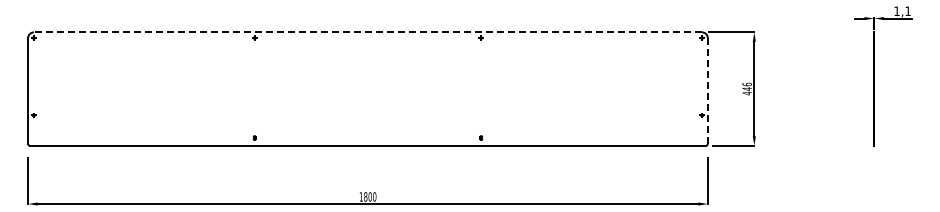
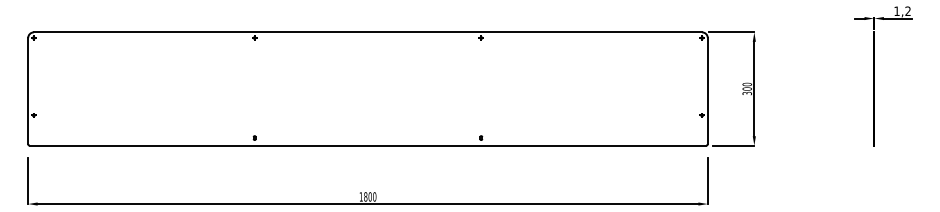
text at (907, 10): 1,1 -> 1,2
line at (367, 32): dashed -> solid
text at (746, 88): 446 -> 300
line at (707, 90): dashed -> solid
